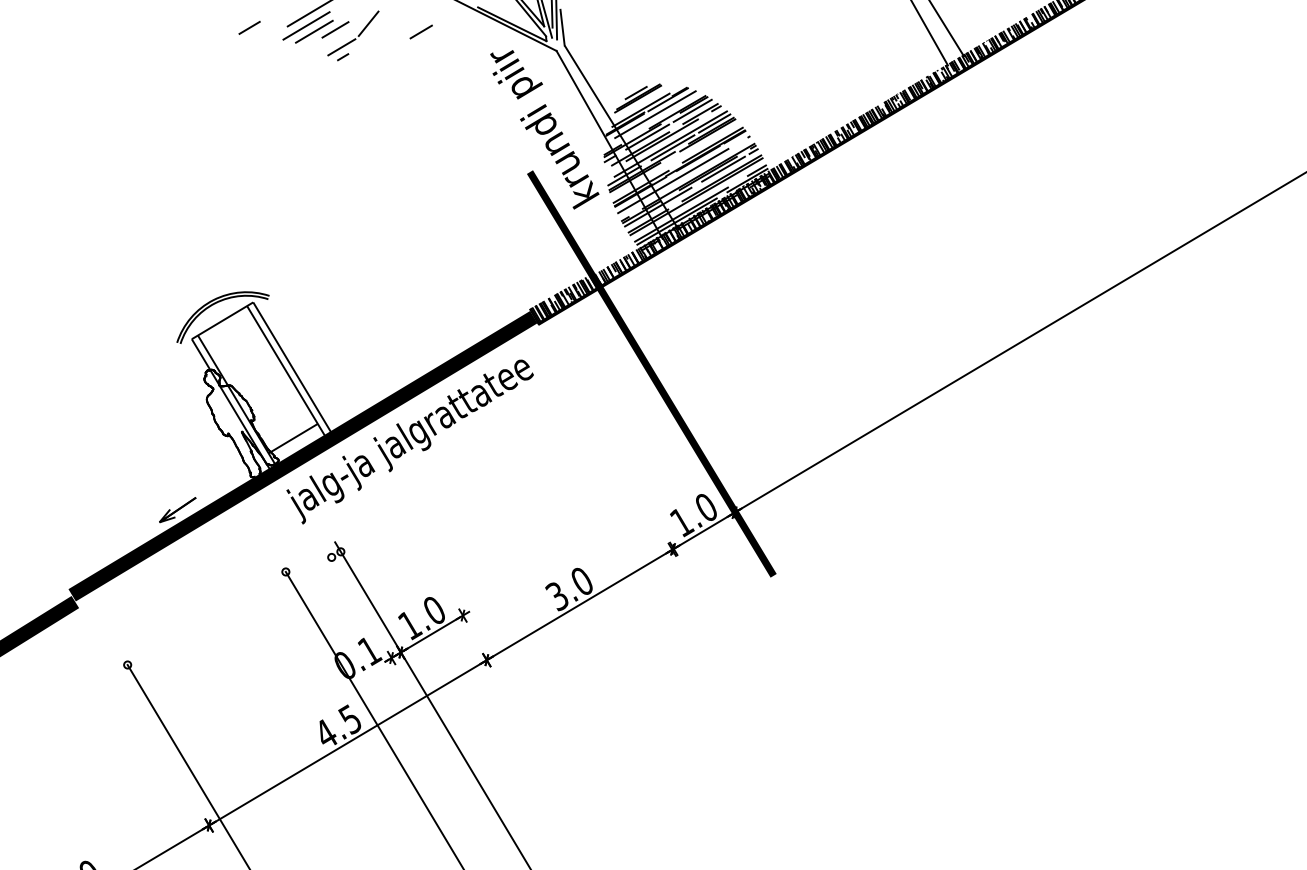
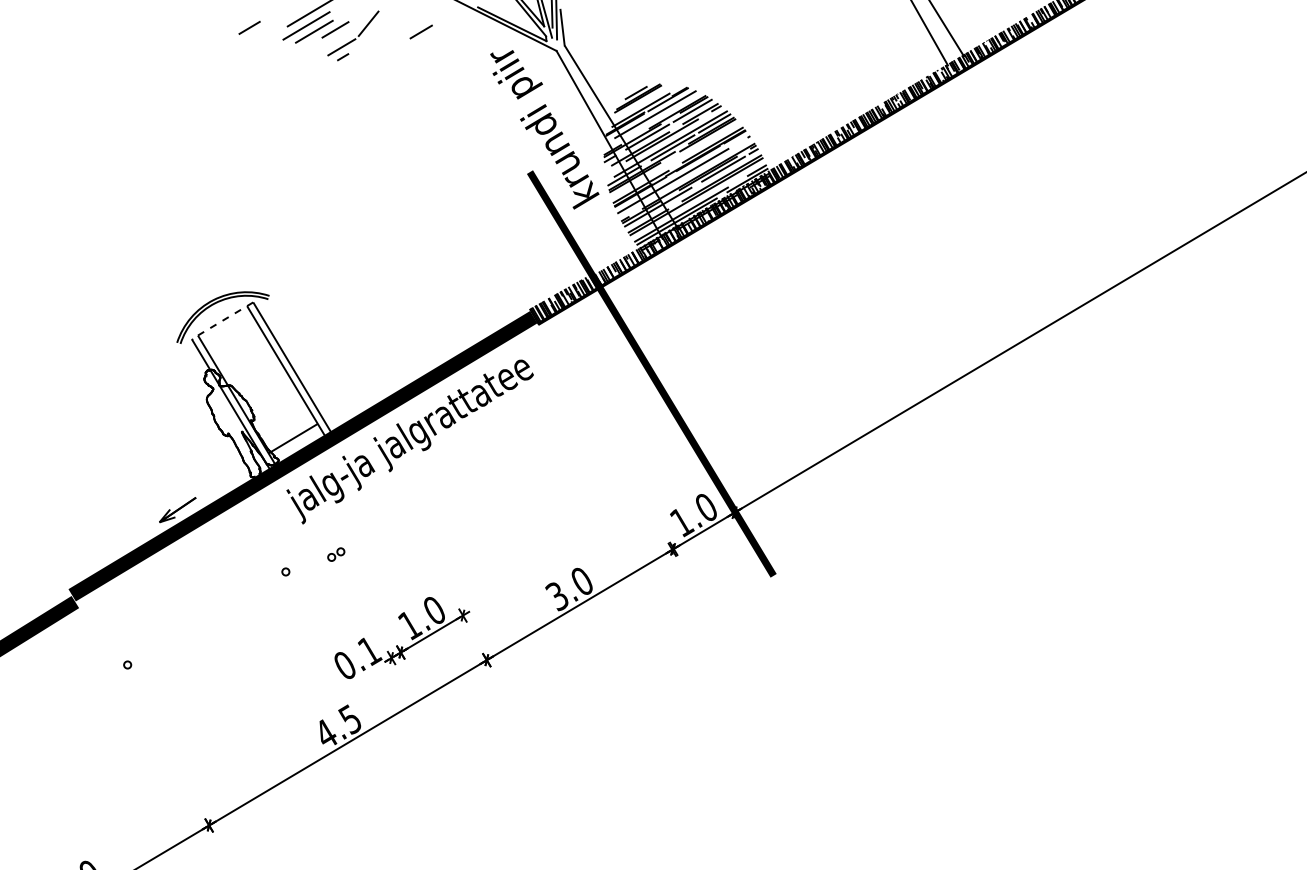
line at (222, 320): solid -> dashed
line at (432, 704): present -> none
line at (373, 718): present -> none
line at (187, 765): present -> none
